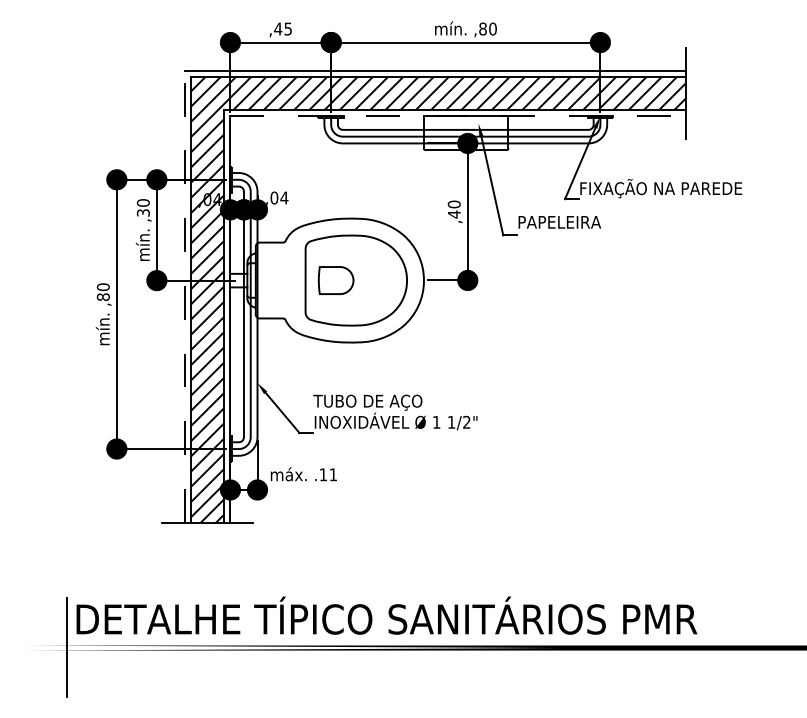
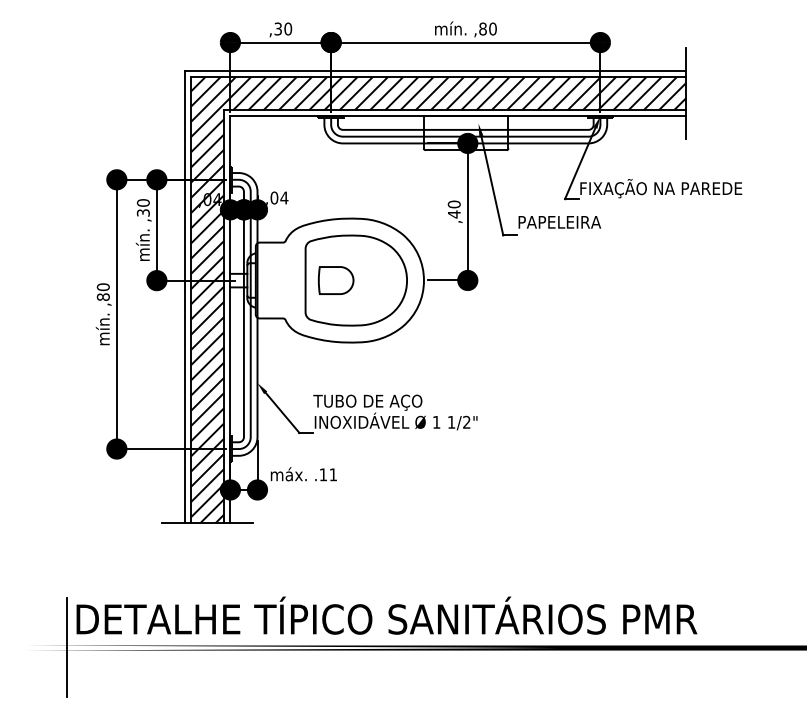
text at (283, 28): ,45 -> ,30
line at (458, 116): dashed -> solid
line at (185, 296): dashed -> solid
